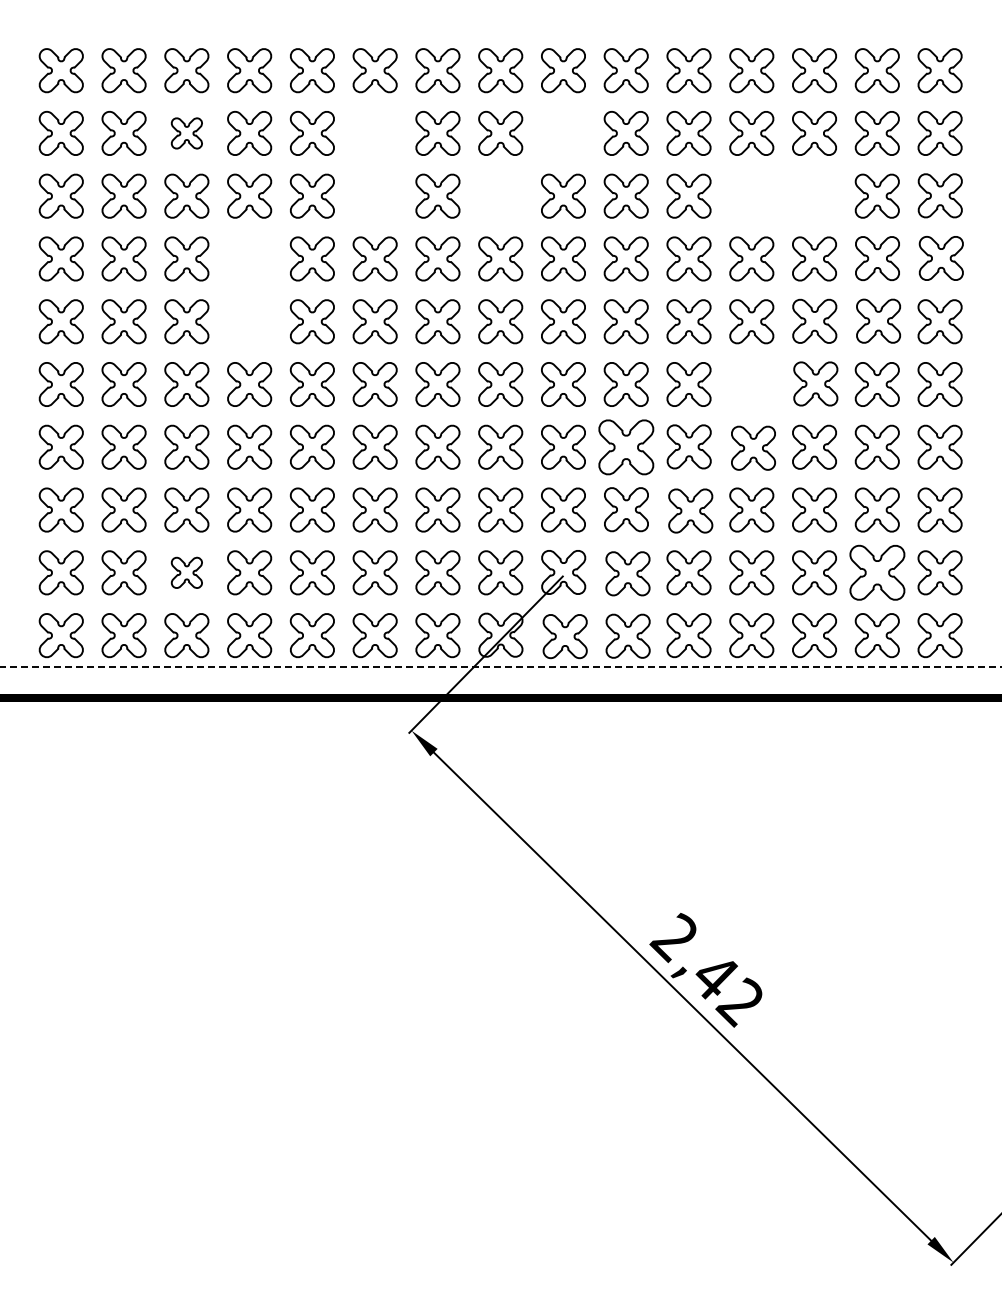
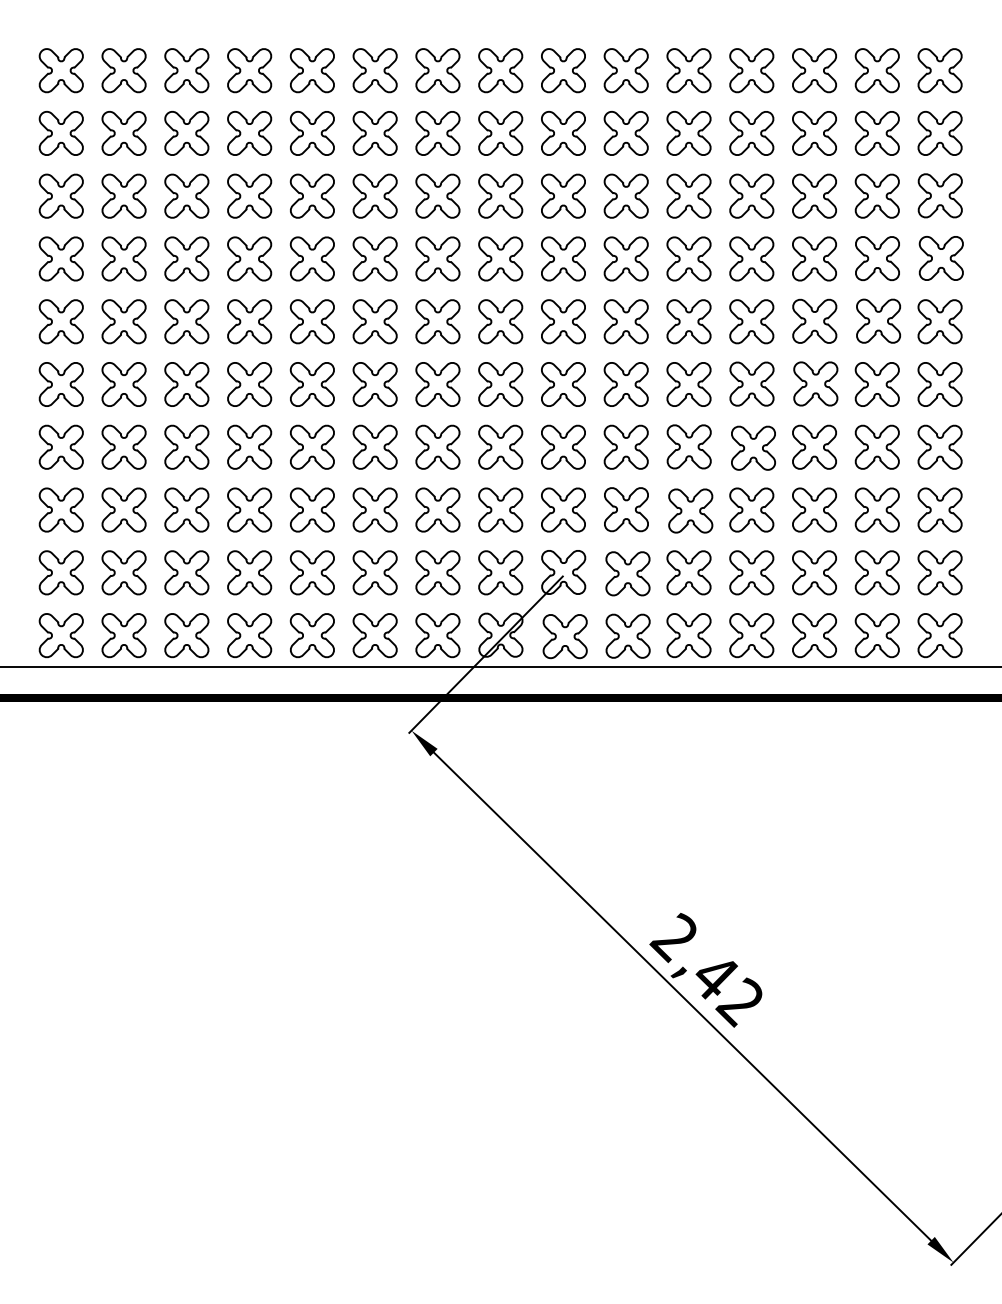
part at (186, 133) size: 33x33 px -> 46x45 px
part at (374, 133): none -> present
part at (563, 133): none -> present
part at (374, 195): none -> present
part at (500, 195): none -> present
part at (751, 195): none -> present
part at (814, 195): none -> present
part at (249, 258): none -> present
part at (249, 321): none -> present
part at (751, 383): none -> present
part at (626, 447) size: 57x57 px -> 46x46 px
part at (186, 572) size: 33x33 px -> 46x46 px
part at (877, 572) size: 57x57 px -> 46x46 px
line at (500, 667): dashed -> solid
